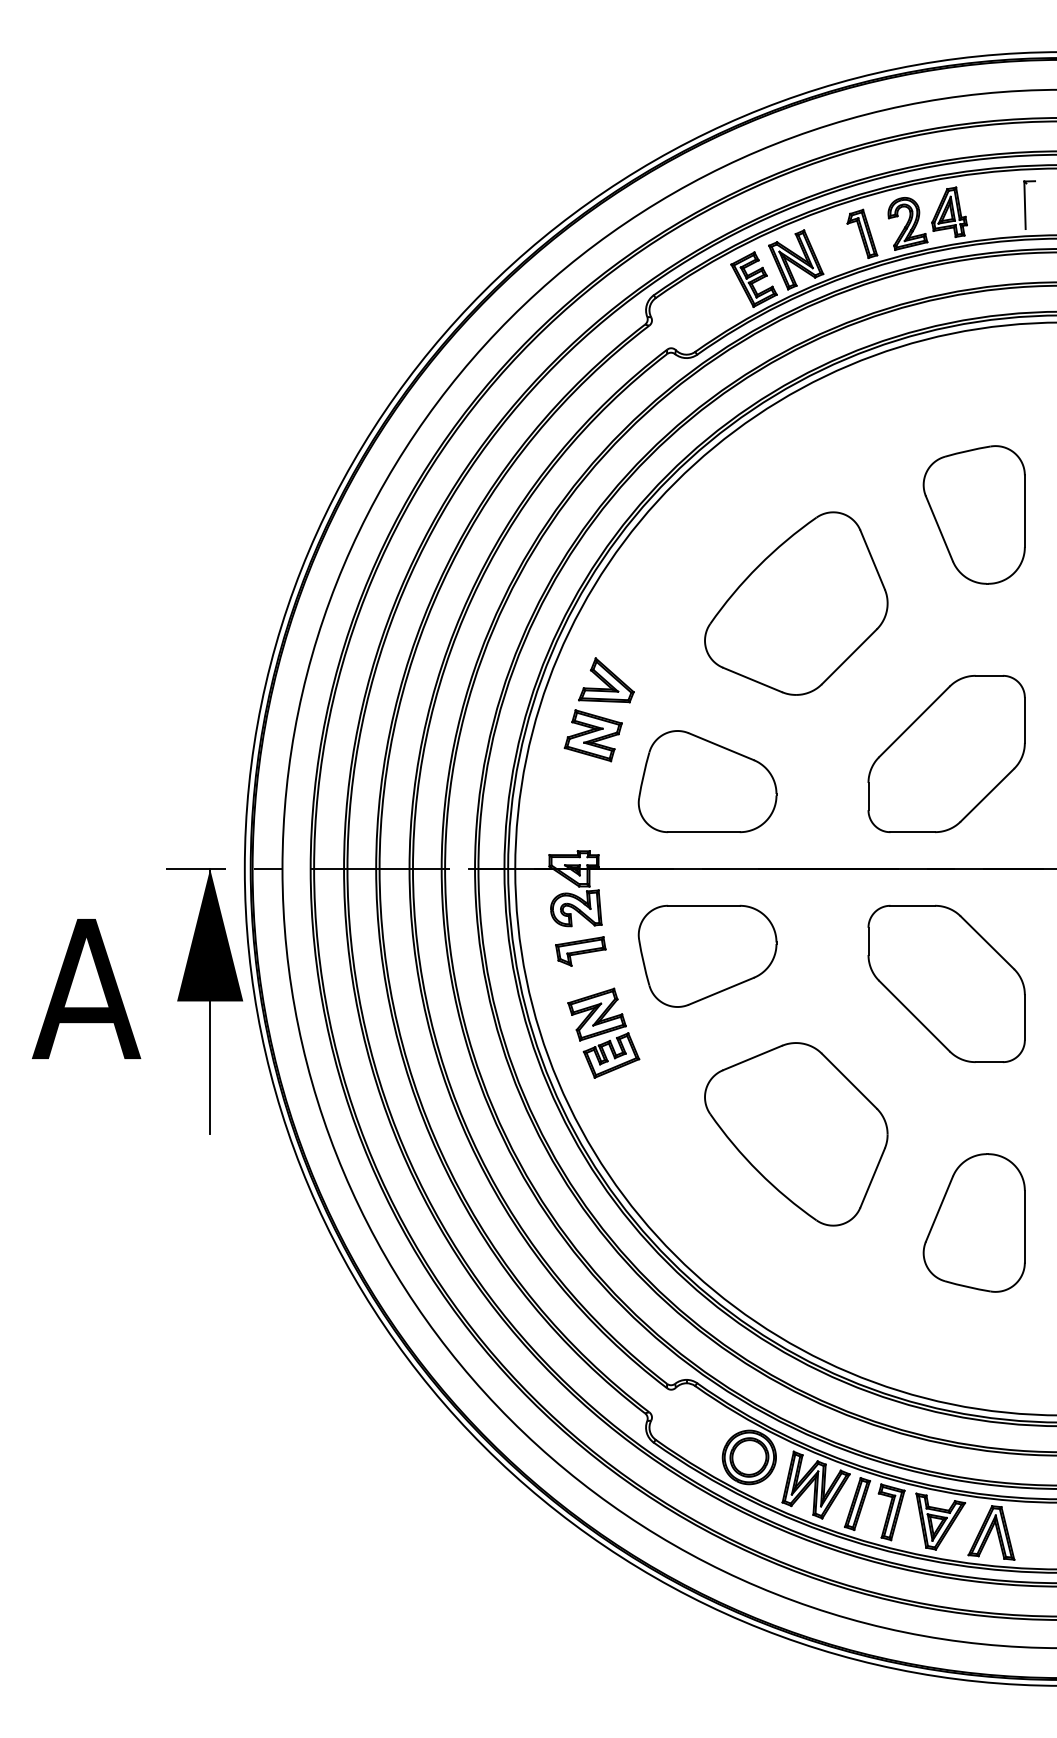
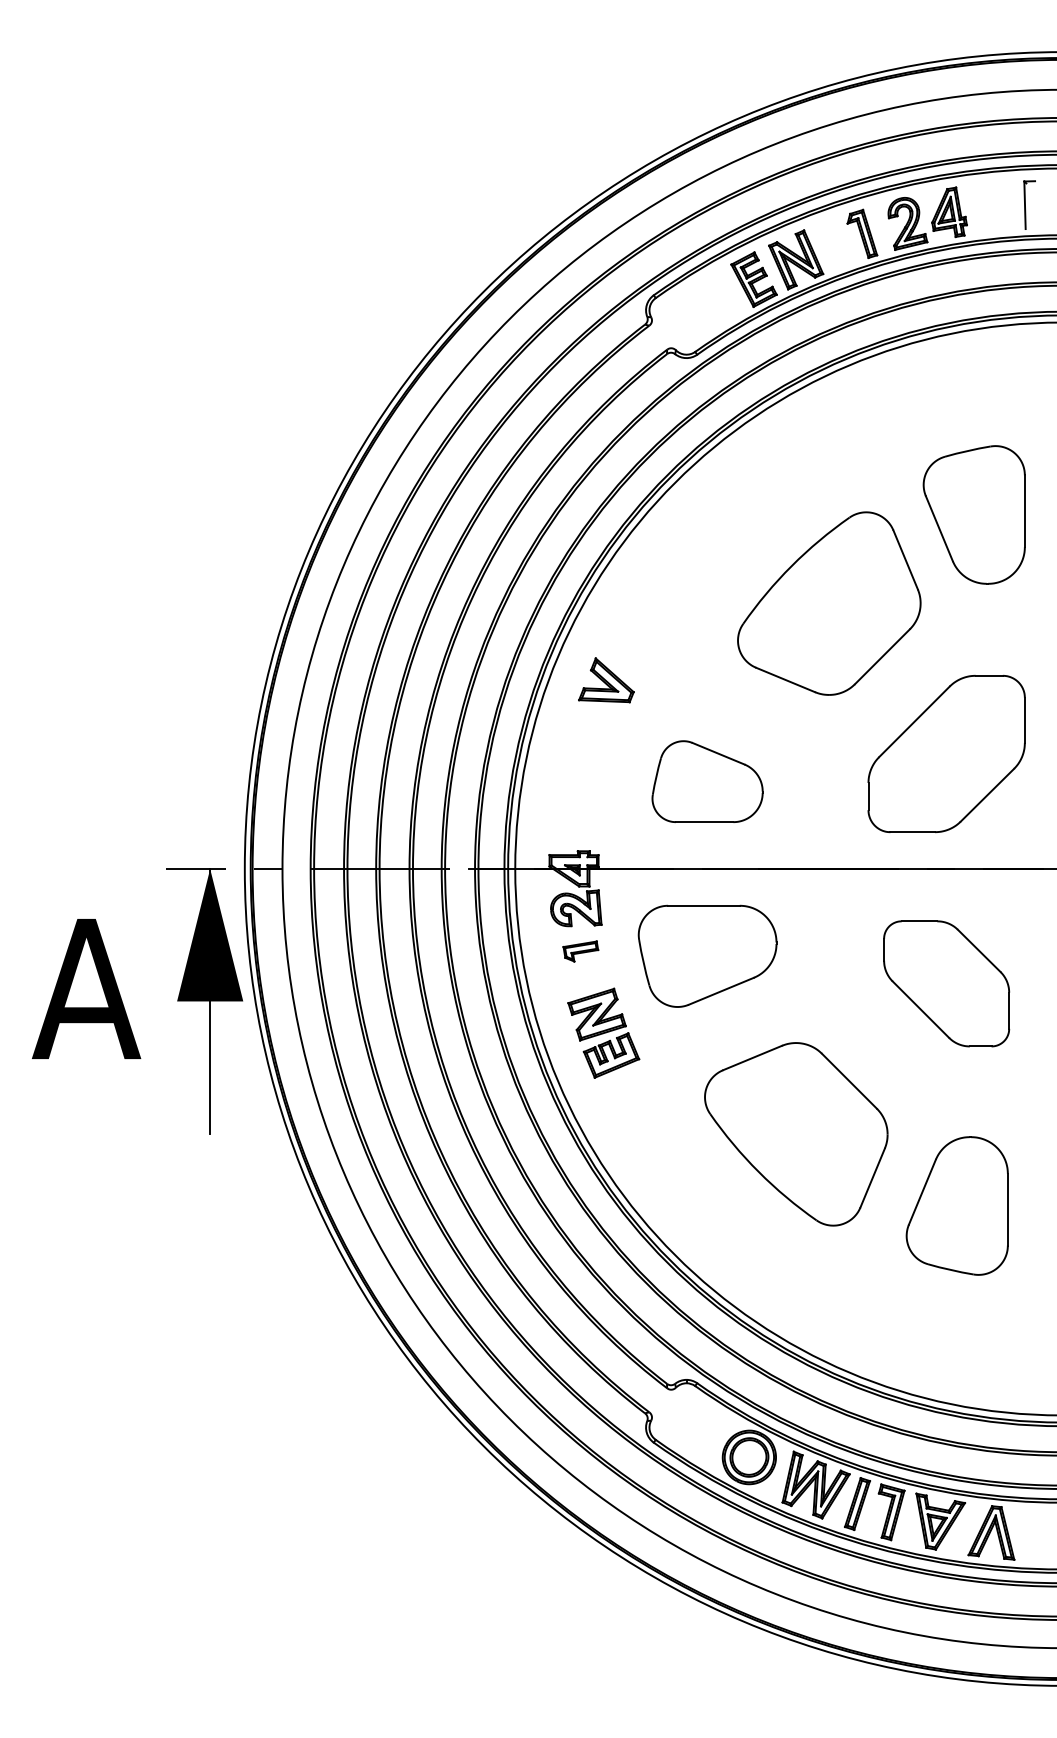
part at (796, 603) position: (796, 603) -> (829, 603)
part at (592, 735): present -> none
part at (707, 781) size: 141x104 px -> 113x83 px
part at (580, 951) size: 52x31 px -> 38x23 px
part at (946, 983) size: 159x159 px -> 128x128 px
part at (973, 1222) position: (973, 1222) -> (956, 1205)
